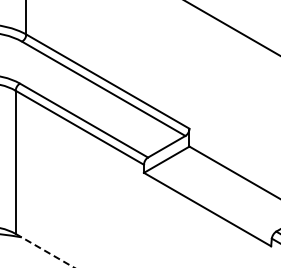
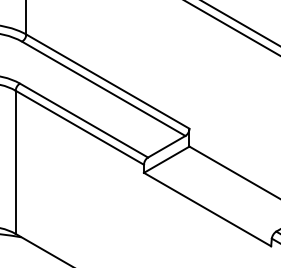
line at (240, 23): none -> present
line at (45, 250): dashed -> solid
